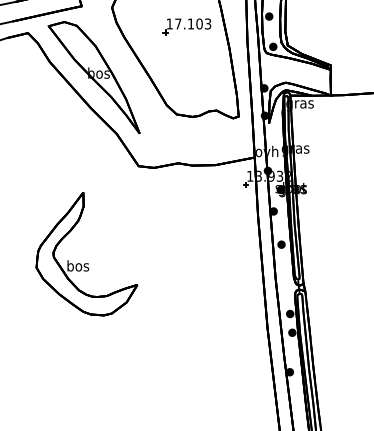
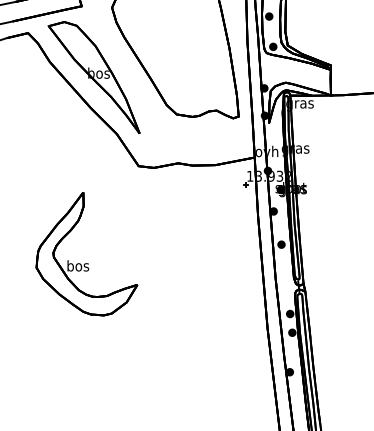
part at (186, 26): present -> none
